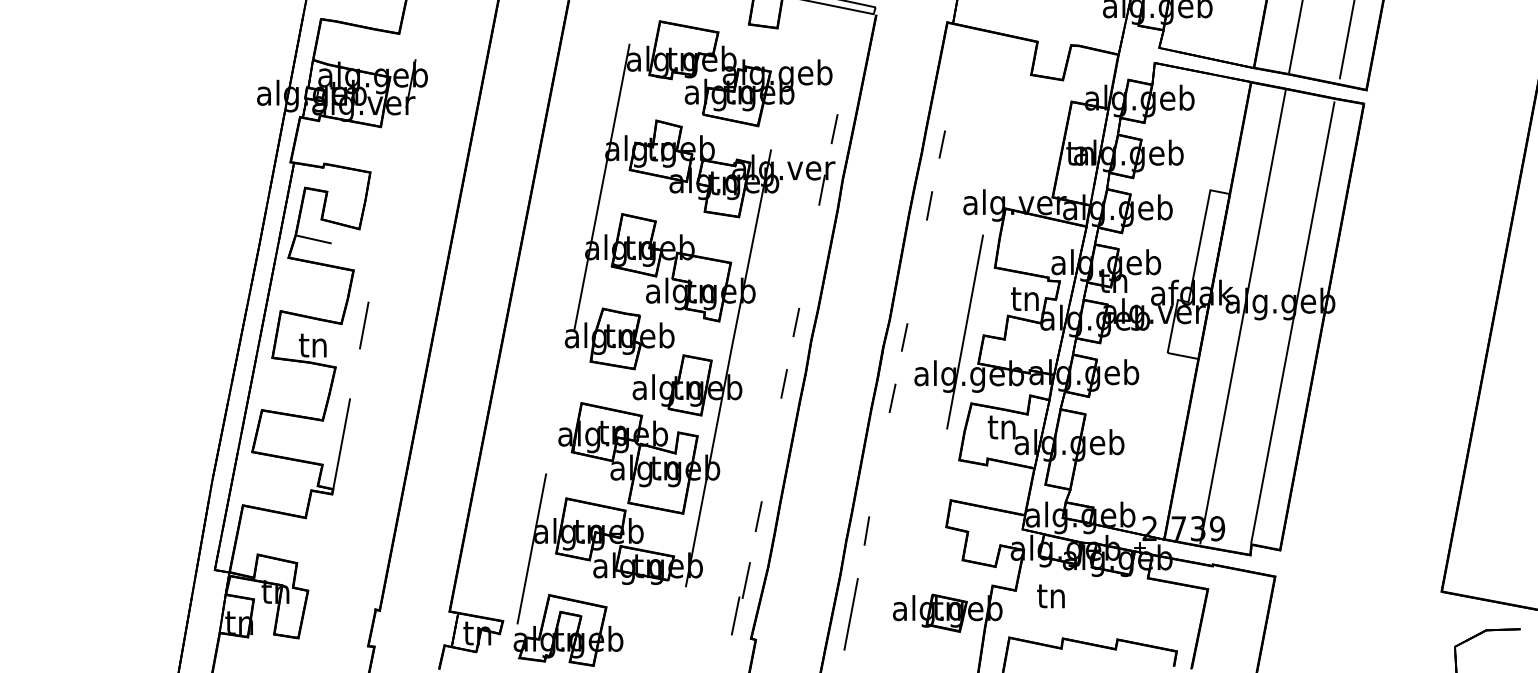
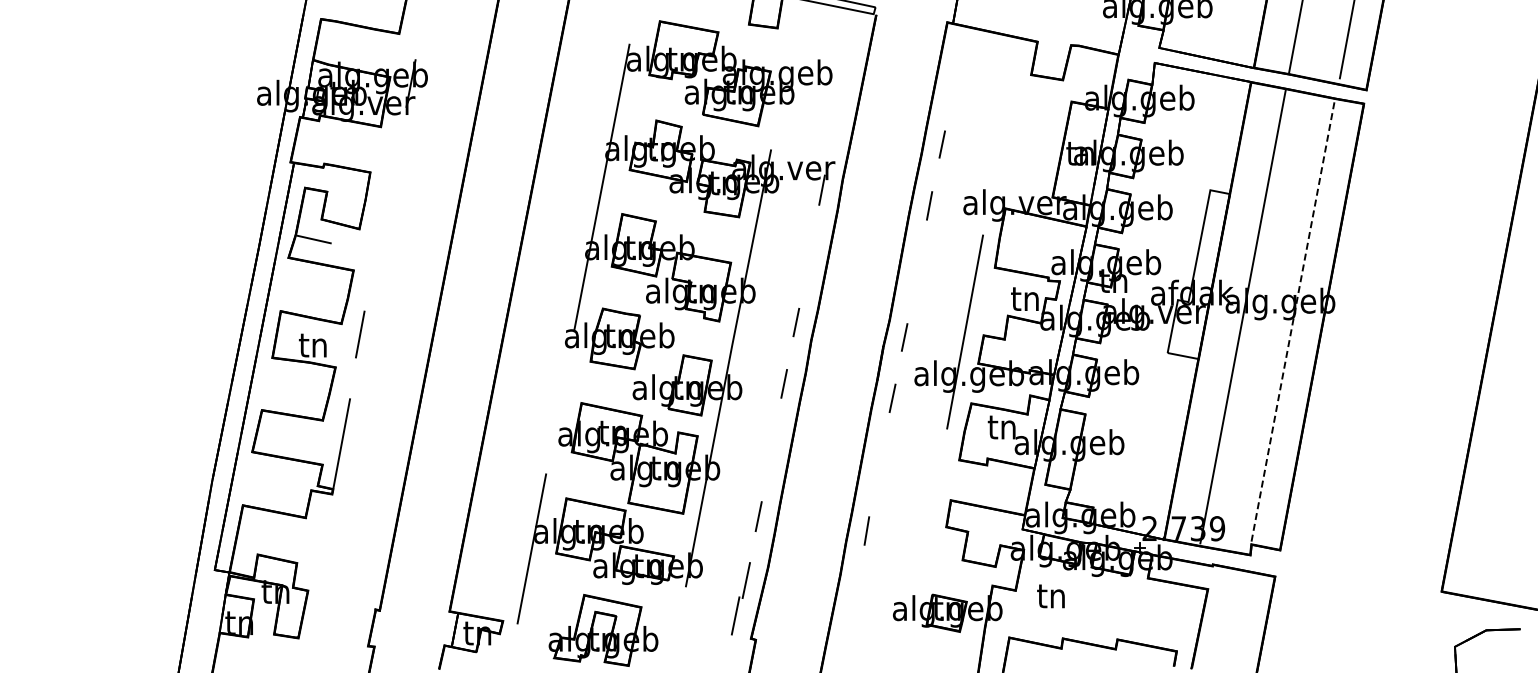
line at (834, 129): present -> none
line at (1292, 322): solid -> dashed
line at (364, 325) position: (364, 325) -> (360, 334)
line at (850, 614): present -> none
part at (568, 630) position: (568, 630) -> (603, 630)
